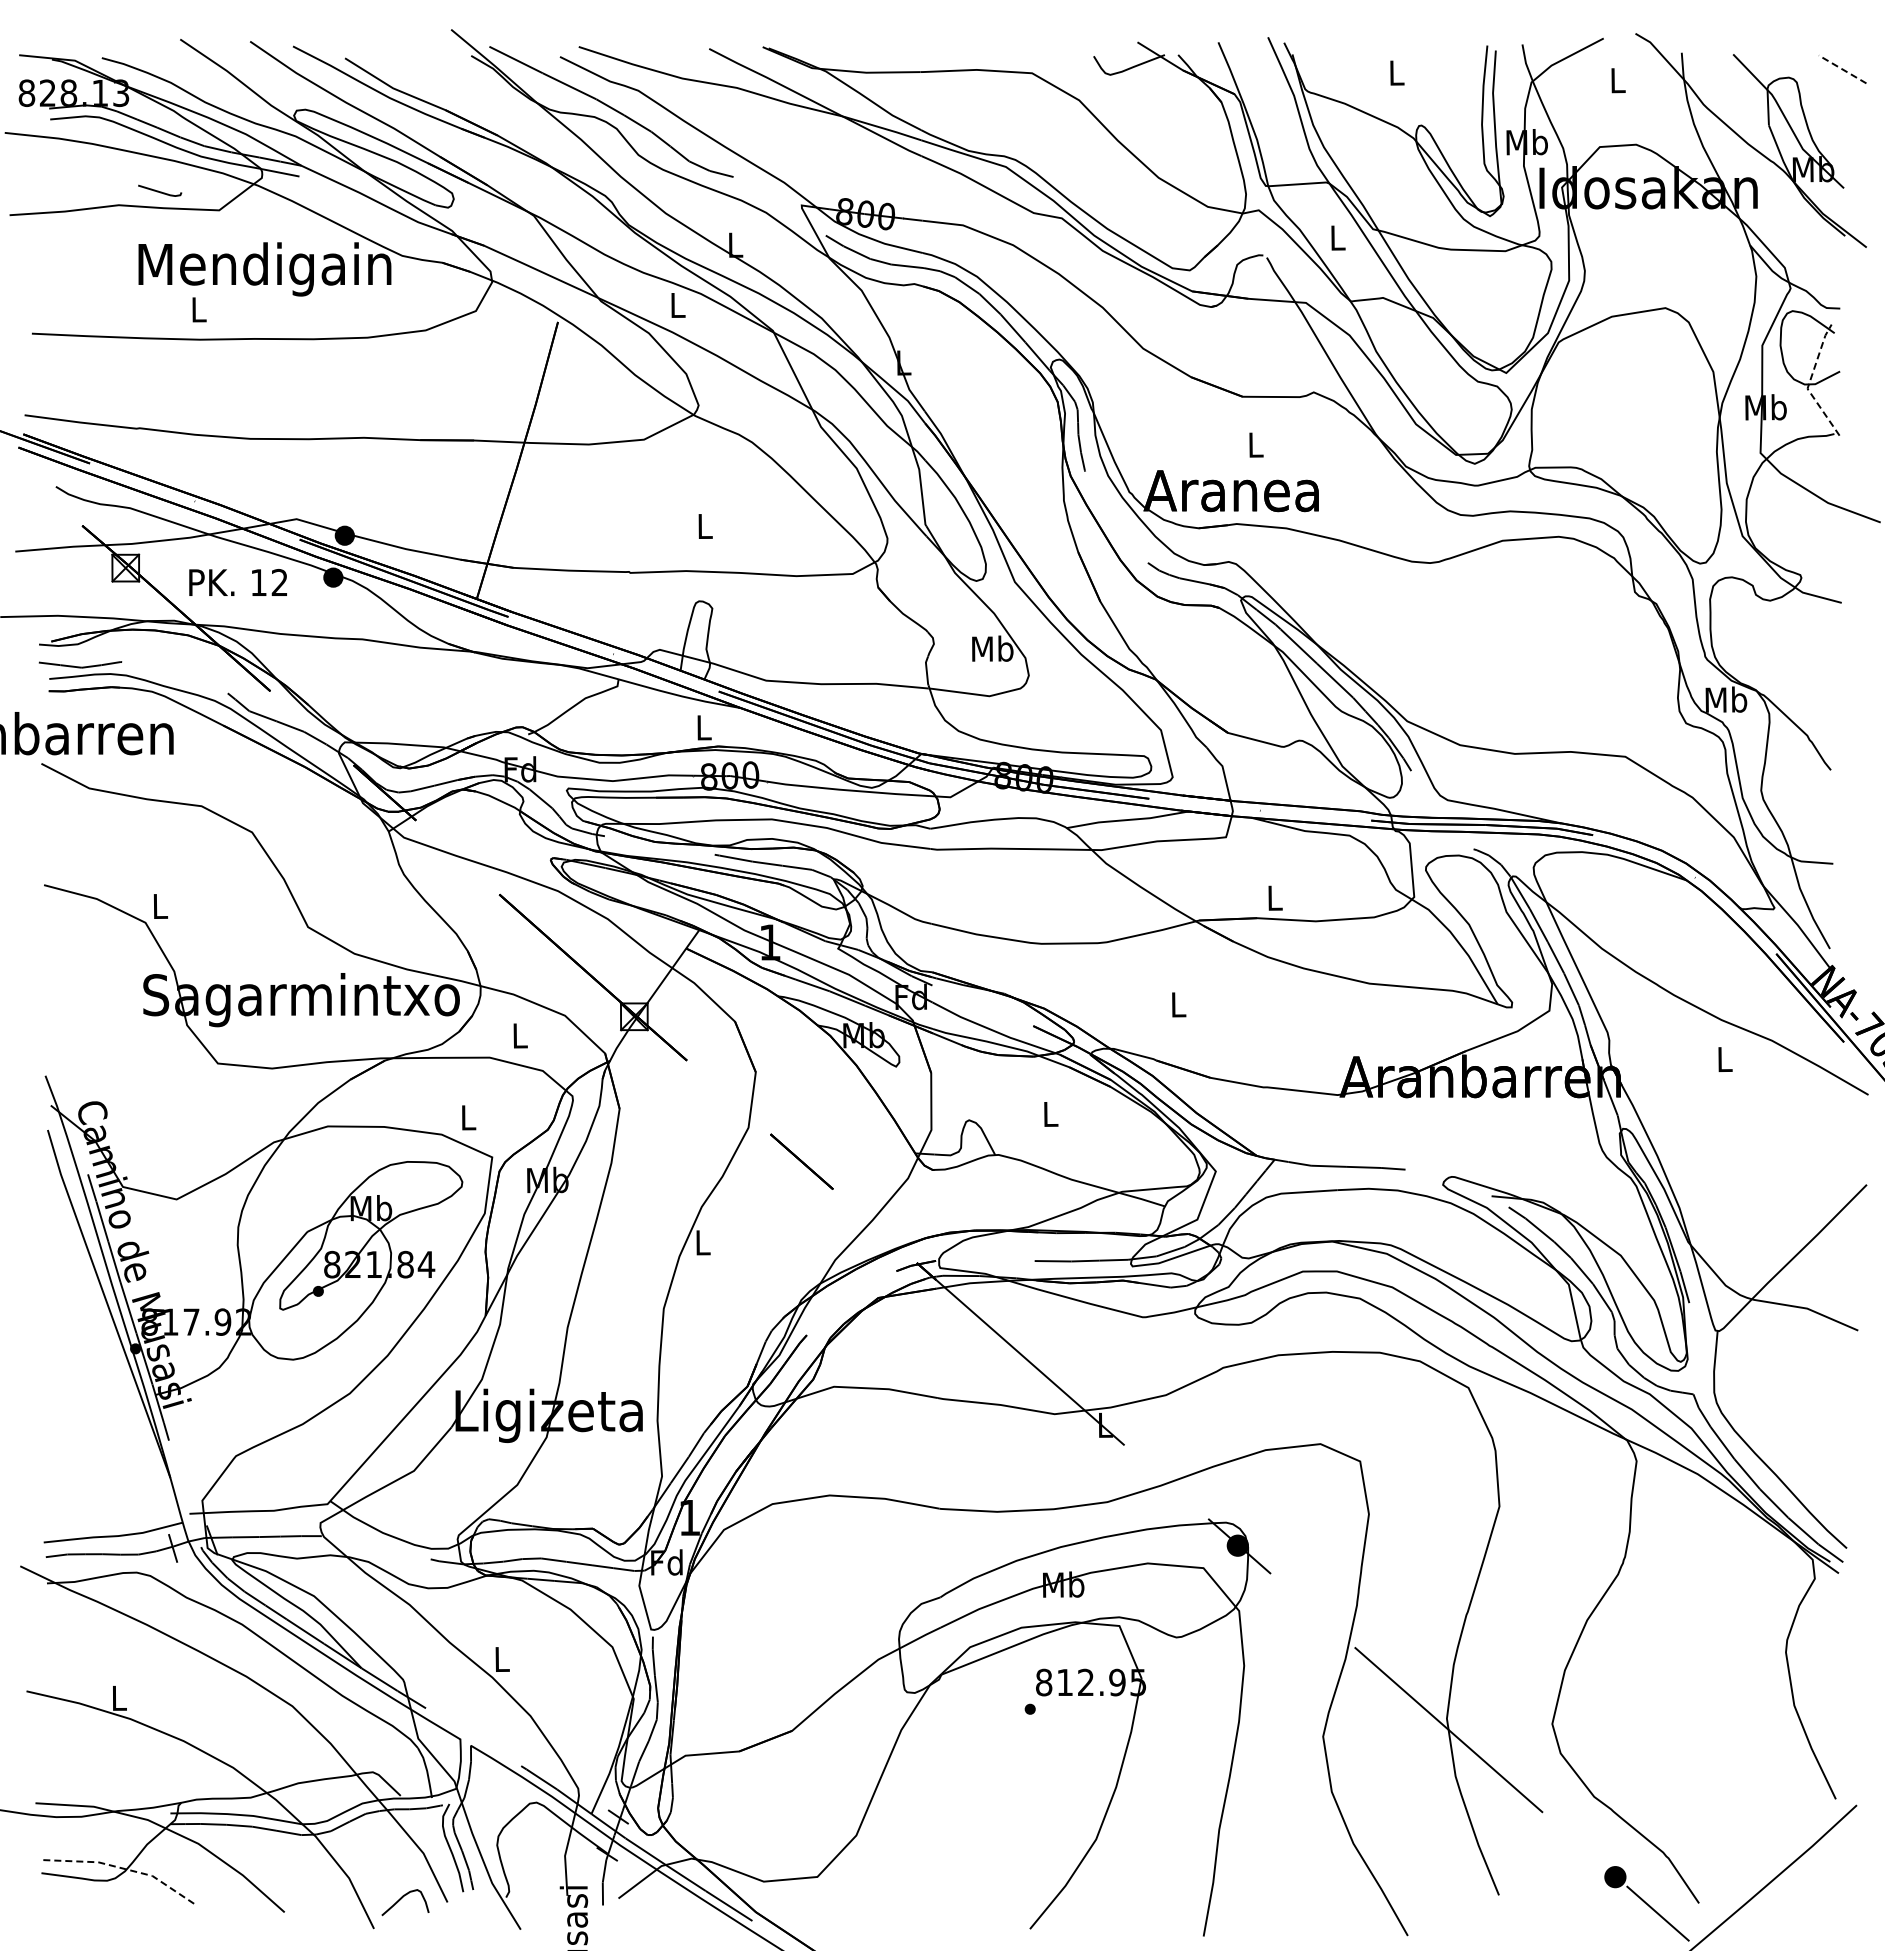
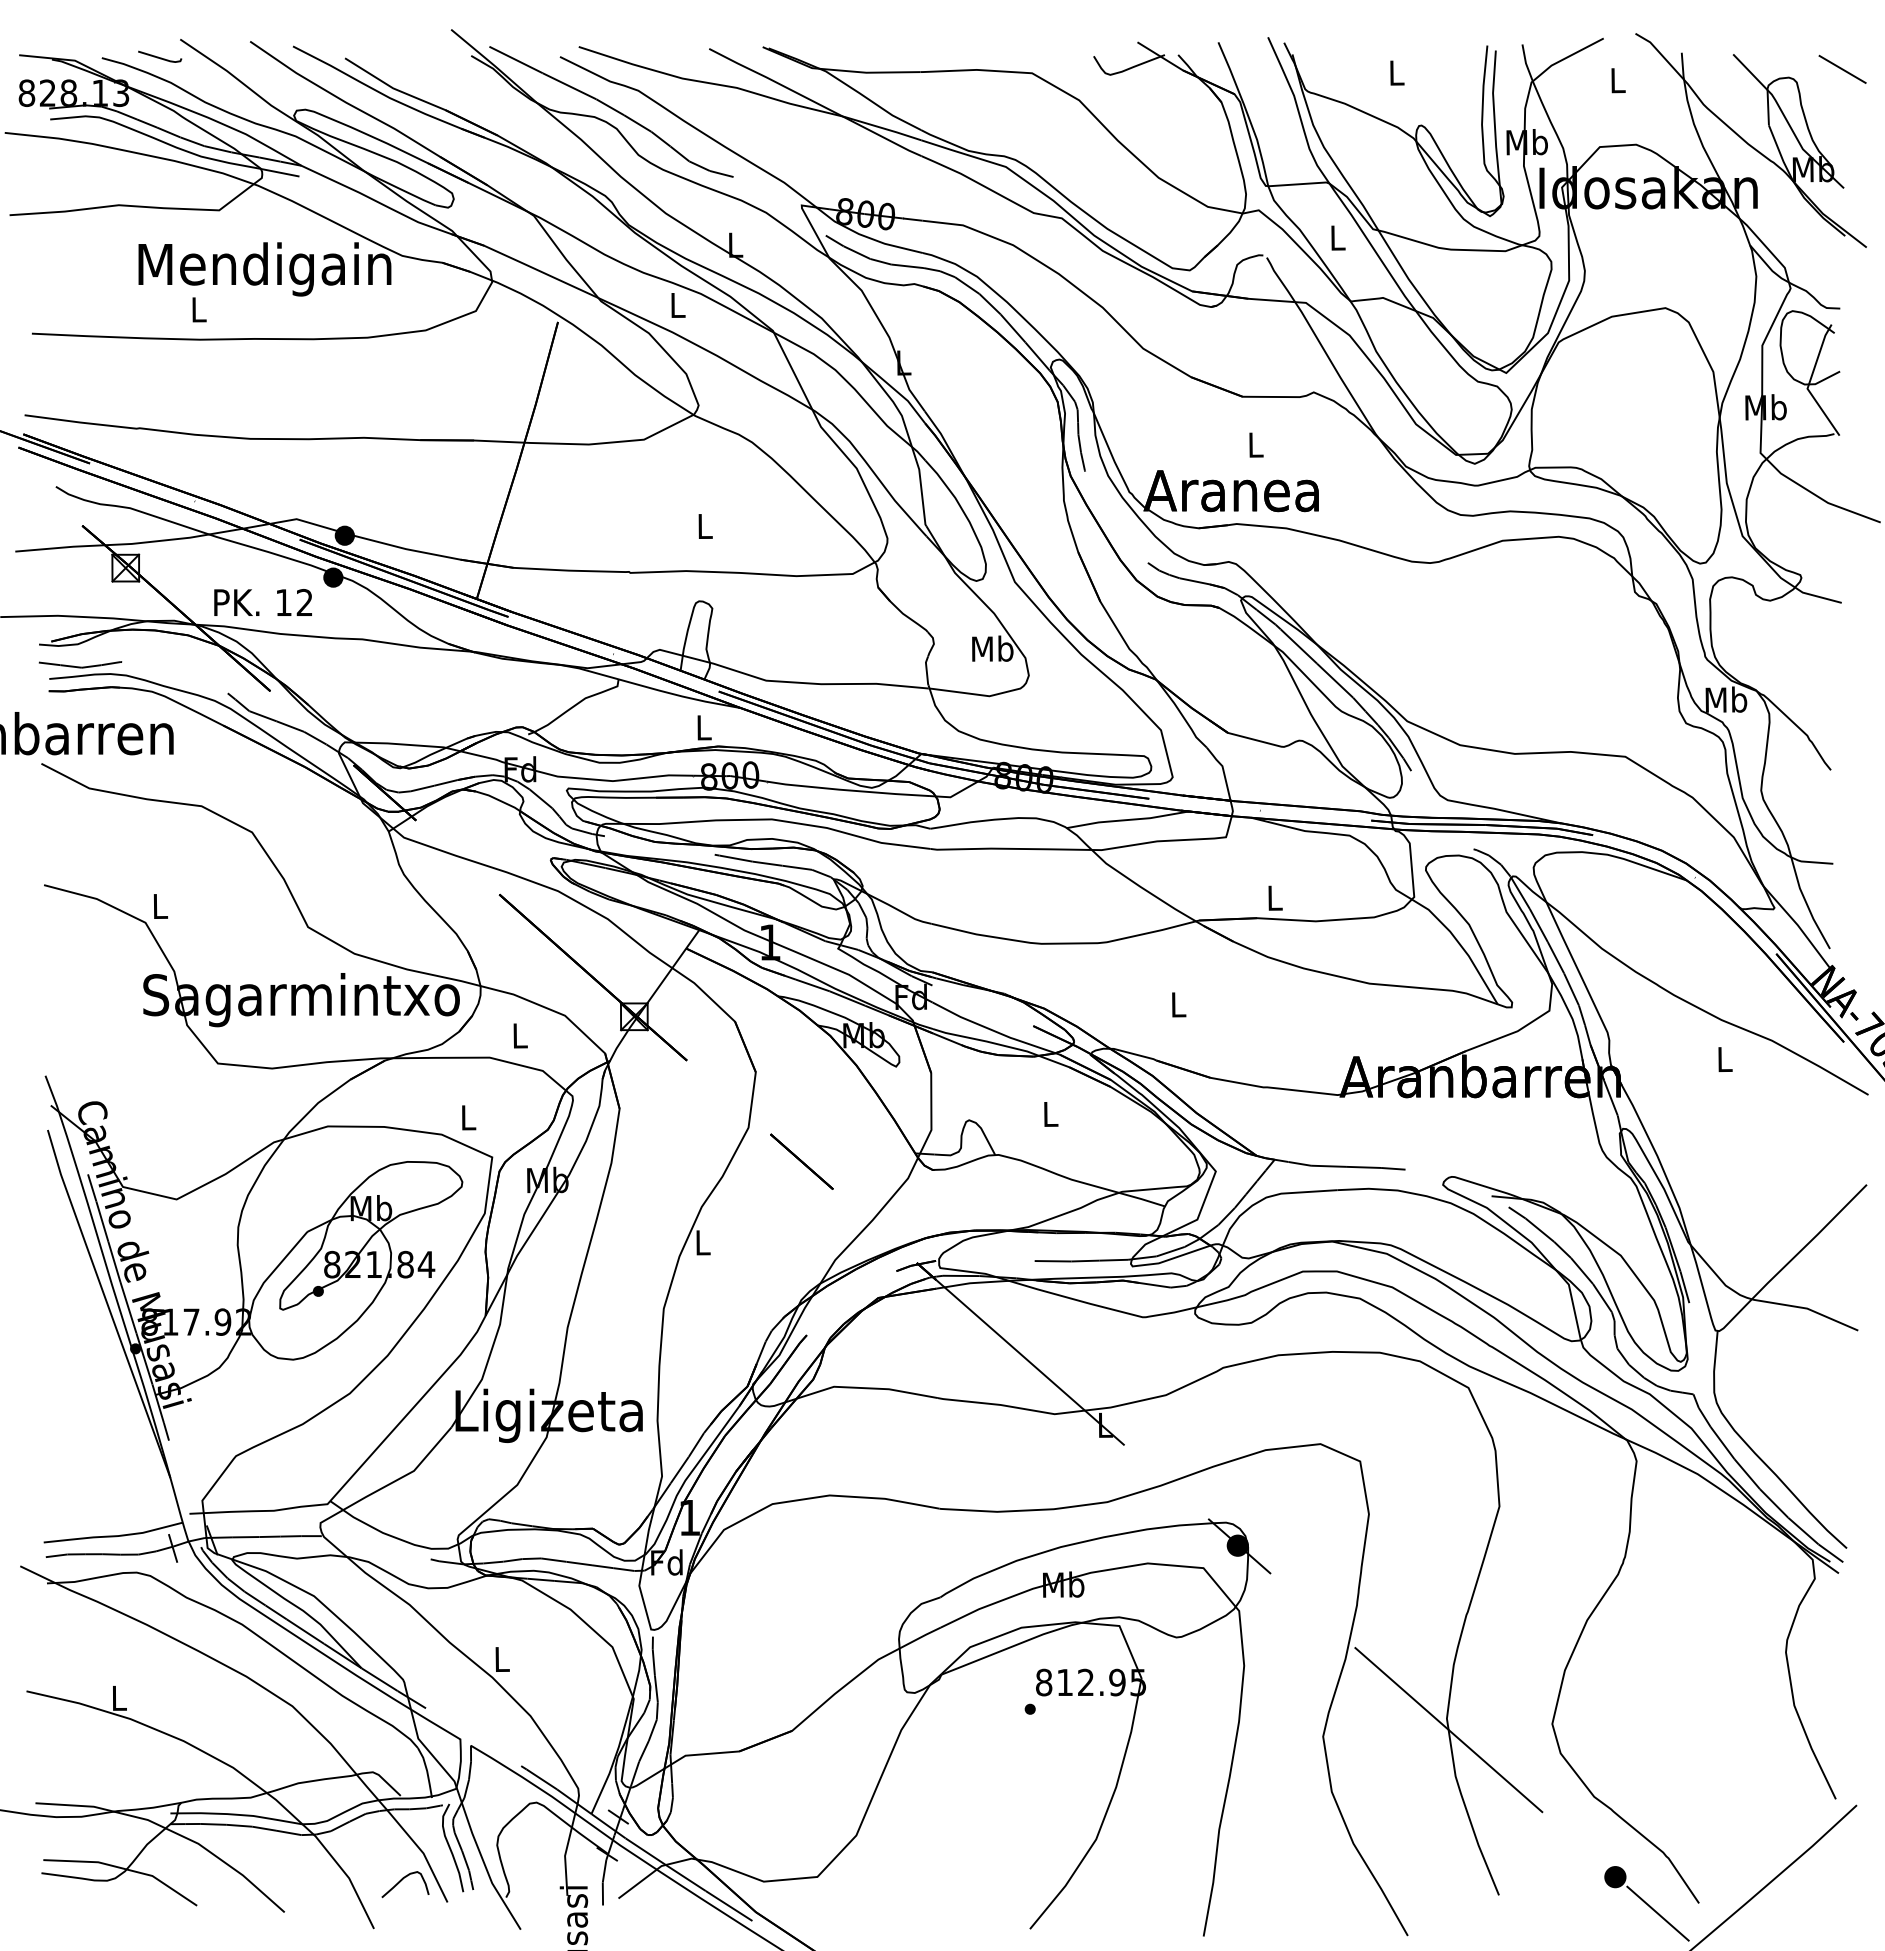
line at (1842, 69): dashed -> solid
line at (160, 191) position: (160, 191) -> (160, 57)
line at (1809, 382): dashed -> solid
text at (237, 582) position: (237, 582) -> (262, 602)
line at (124, 1868): dashed -> solid
curve at (402, 1898) position: (402, 1898) -> (402, 1880)
